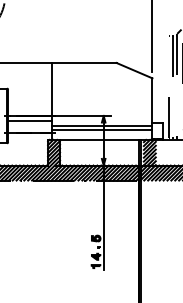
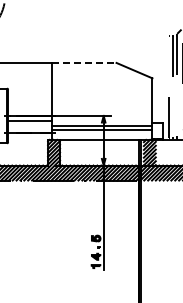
line at (152, 36): present -> none
line at (84, 62): solid -> dashed
